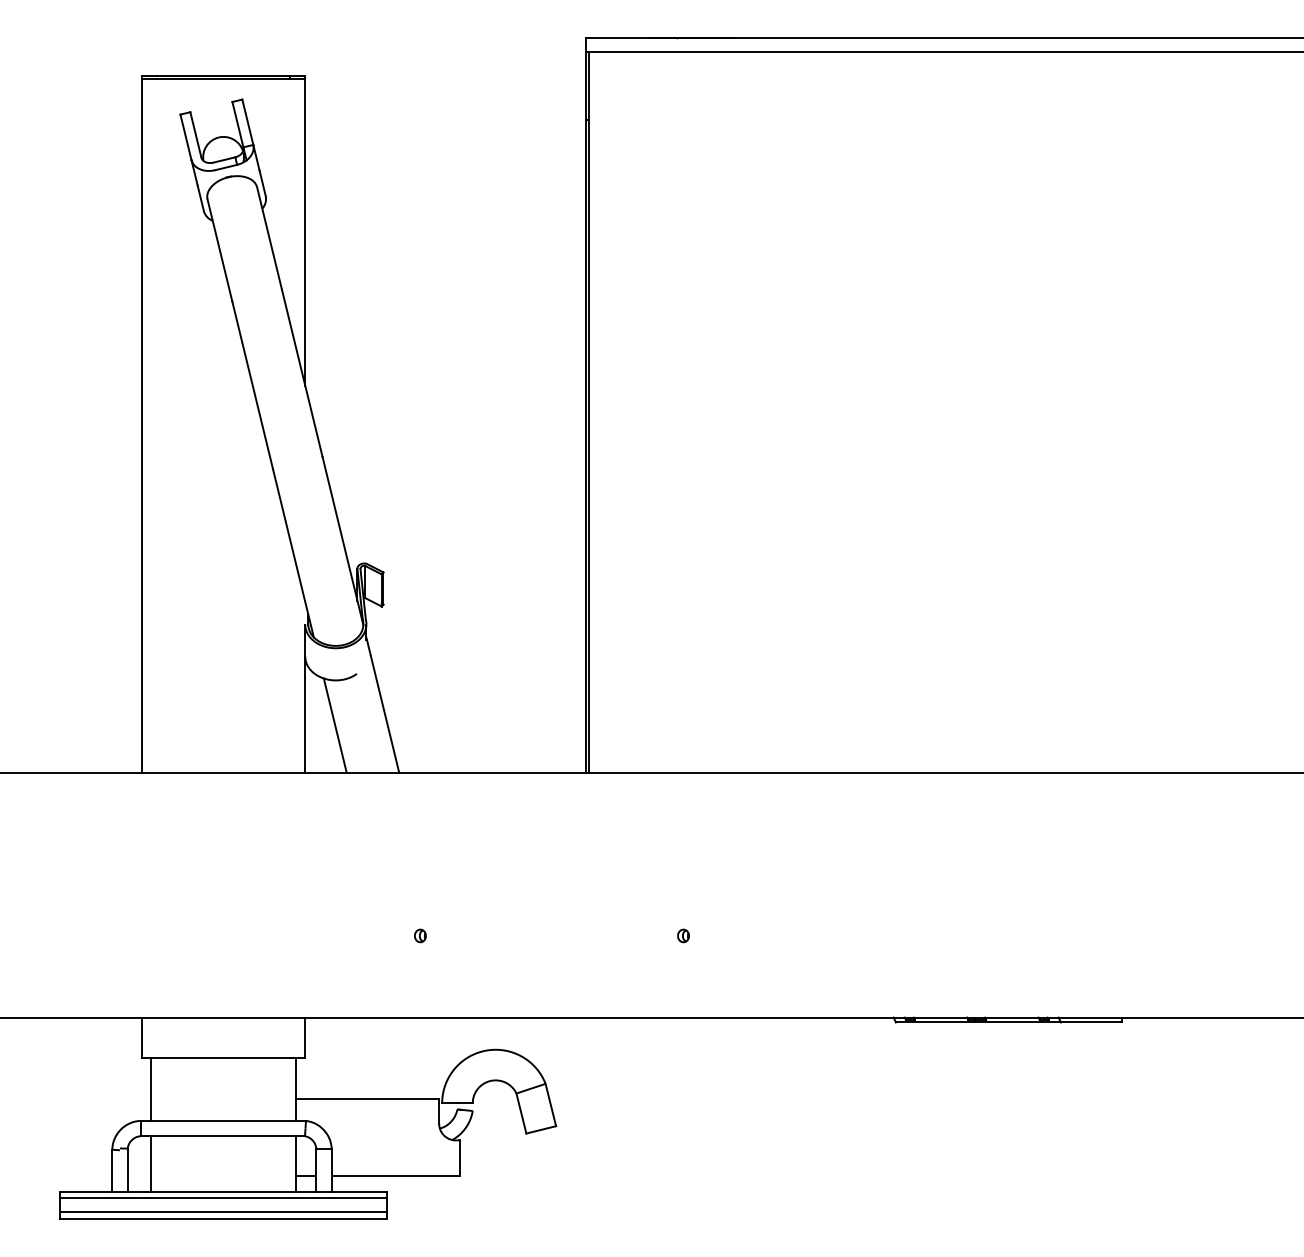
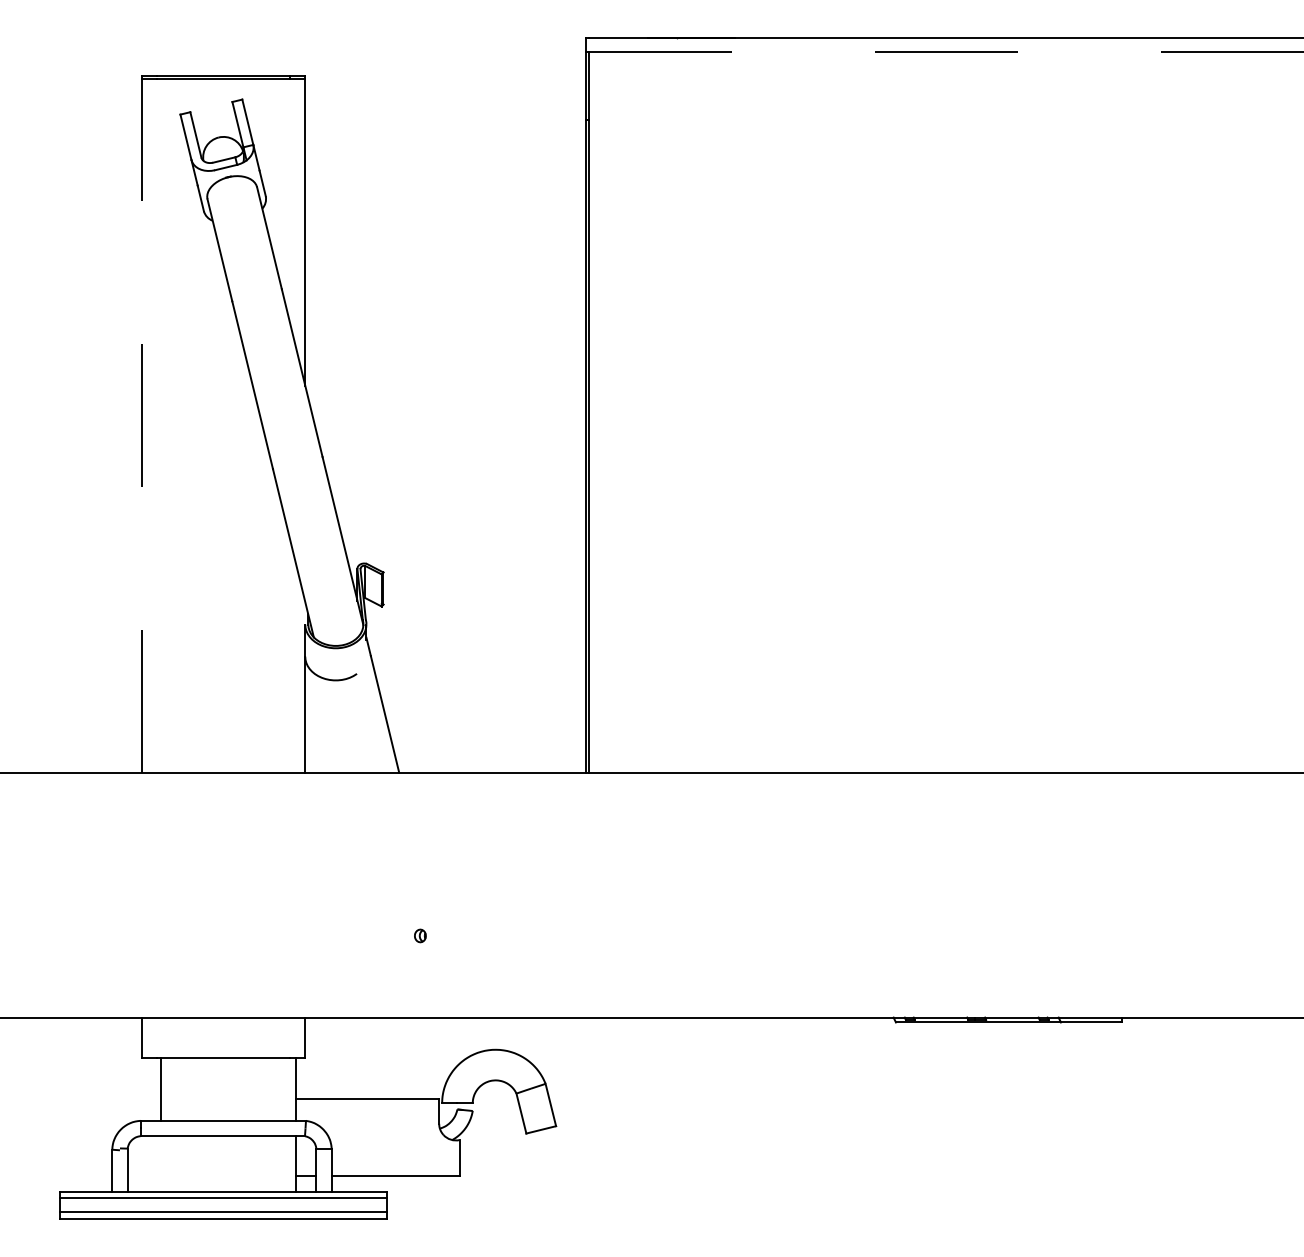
line at (947, 52): solid -> dashed
line at (141, 425): solid -> dashed
line at (334, 725): present -> none
part at (683, 935): present -> none
line at (150, 1089) position: (150, 1089) -> (160, 1089)
line at (150, 1163): present -> none
